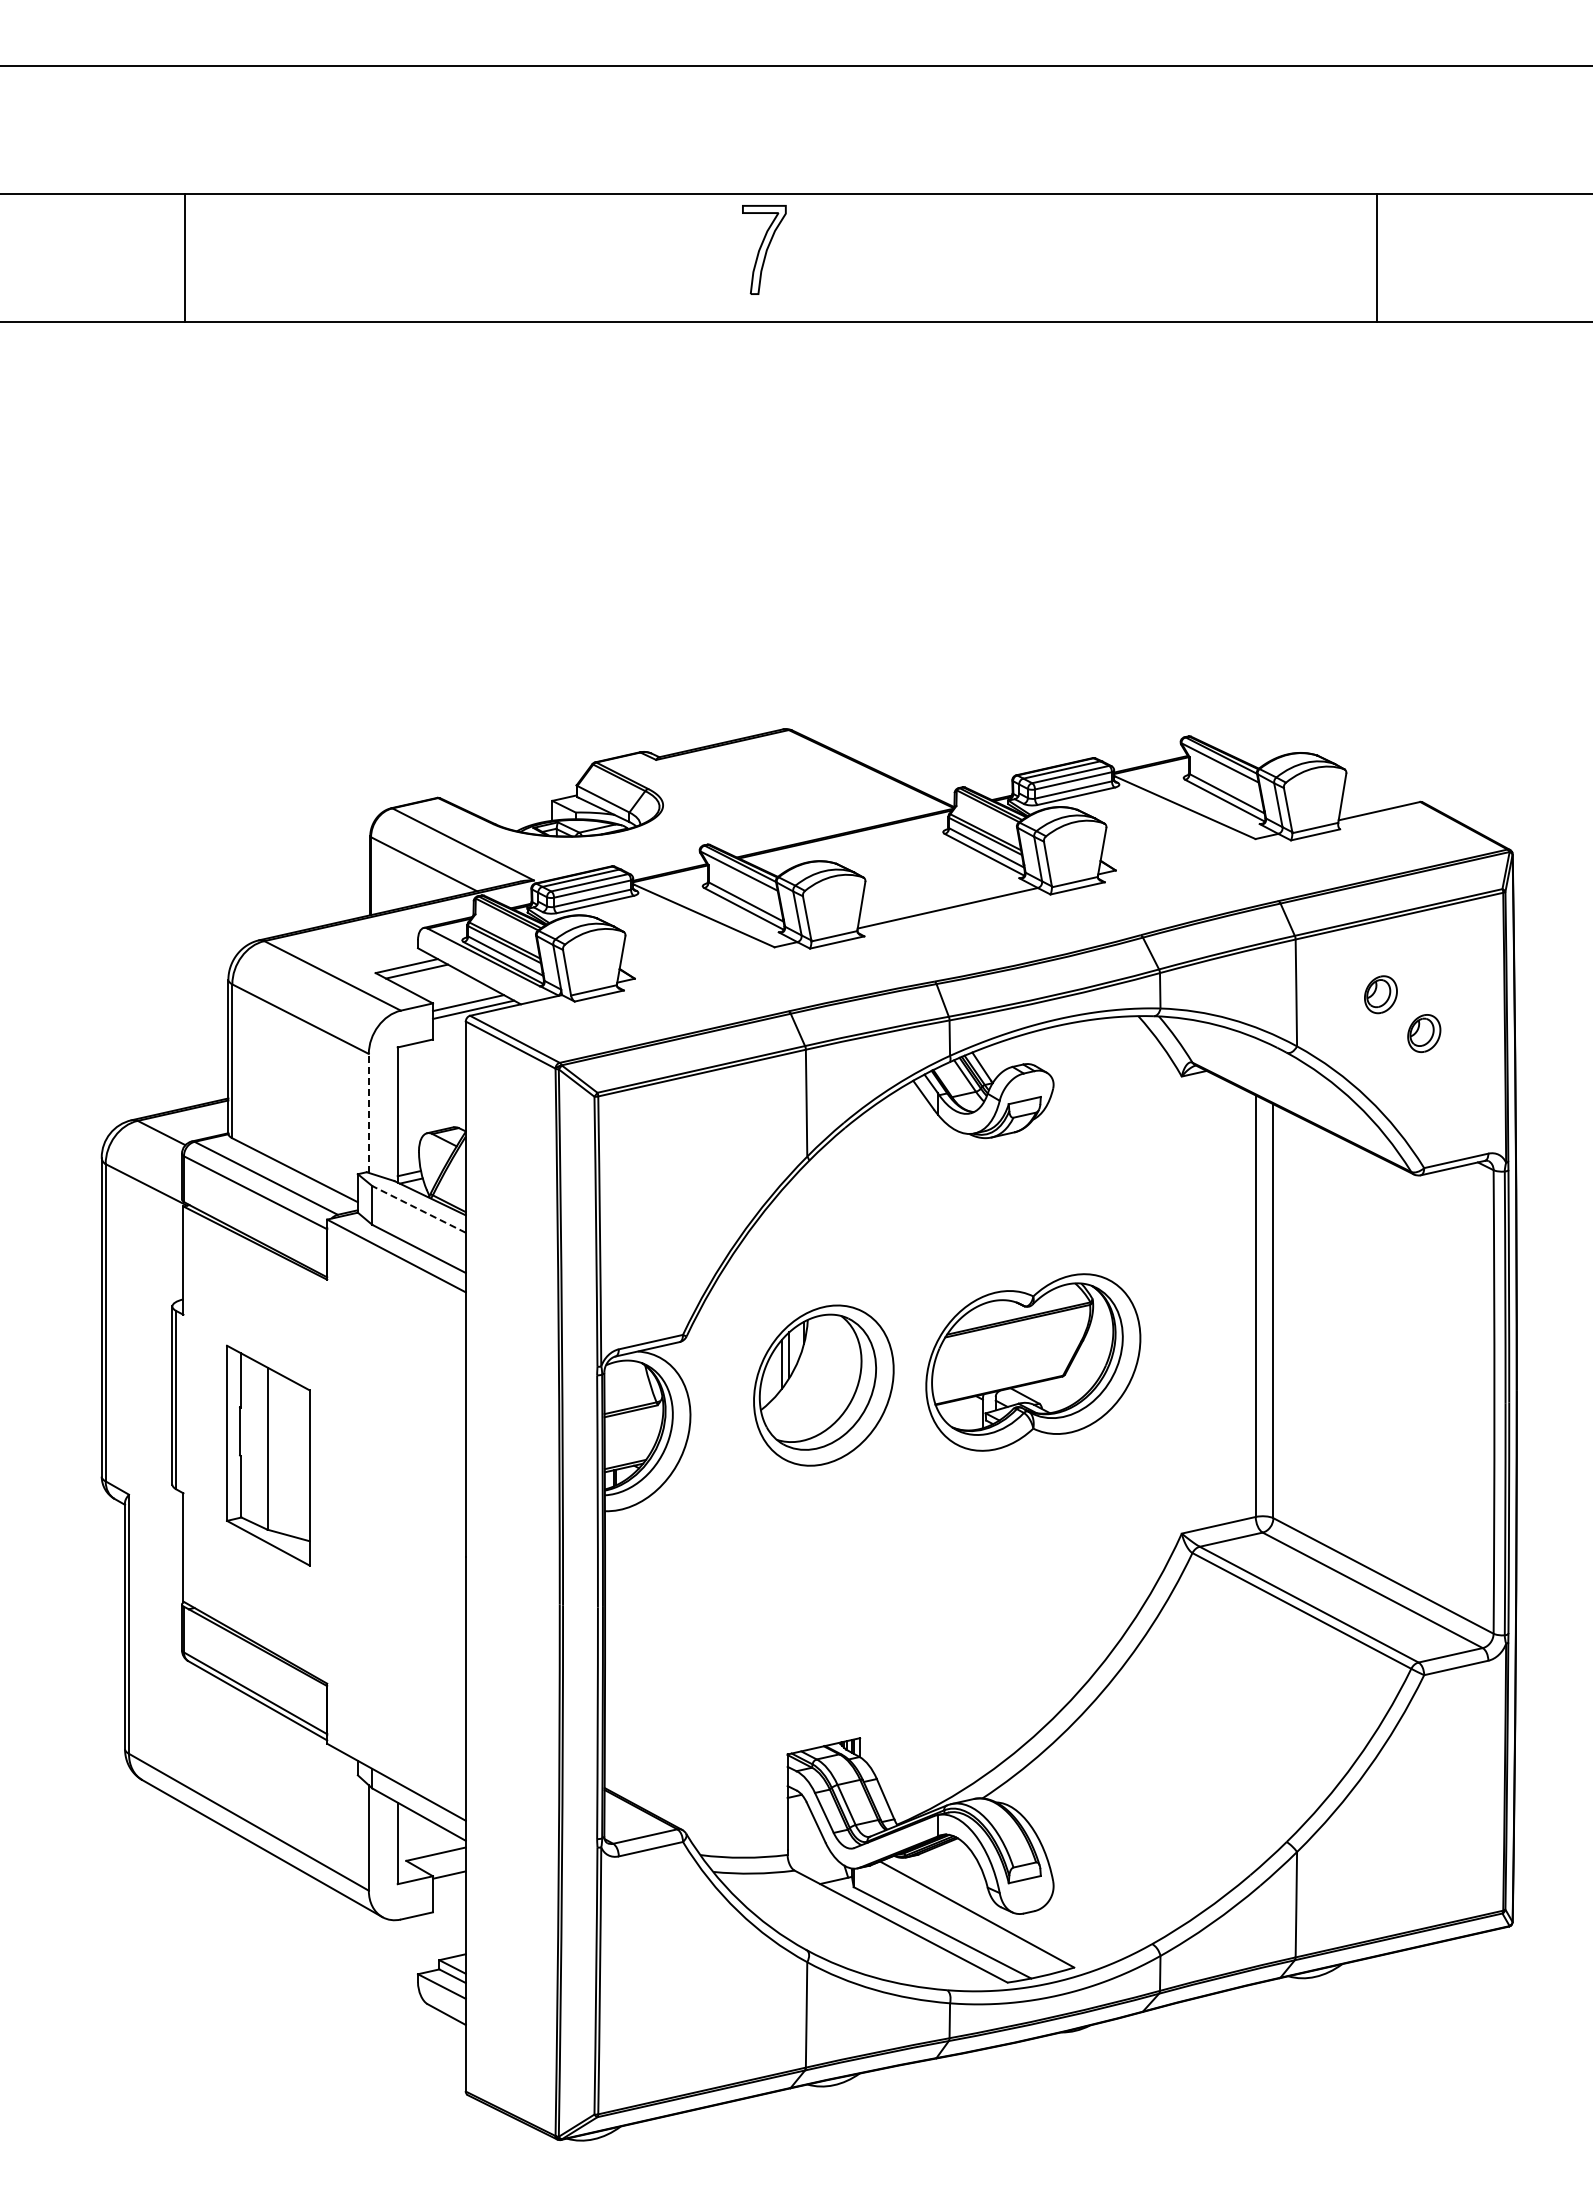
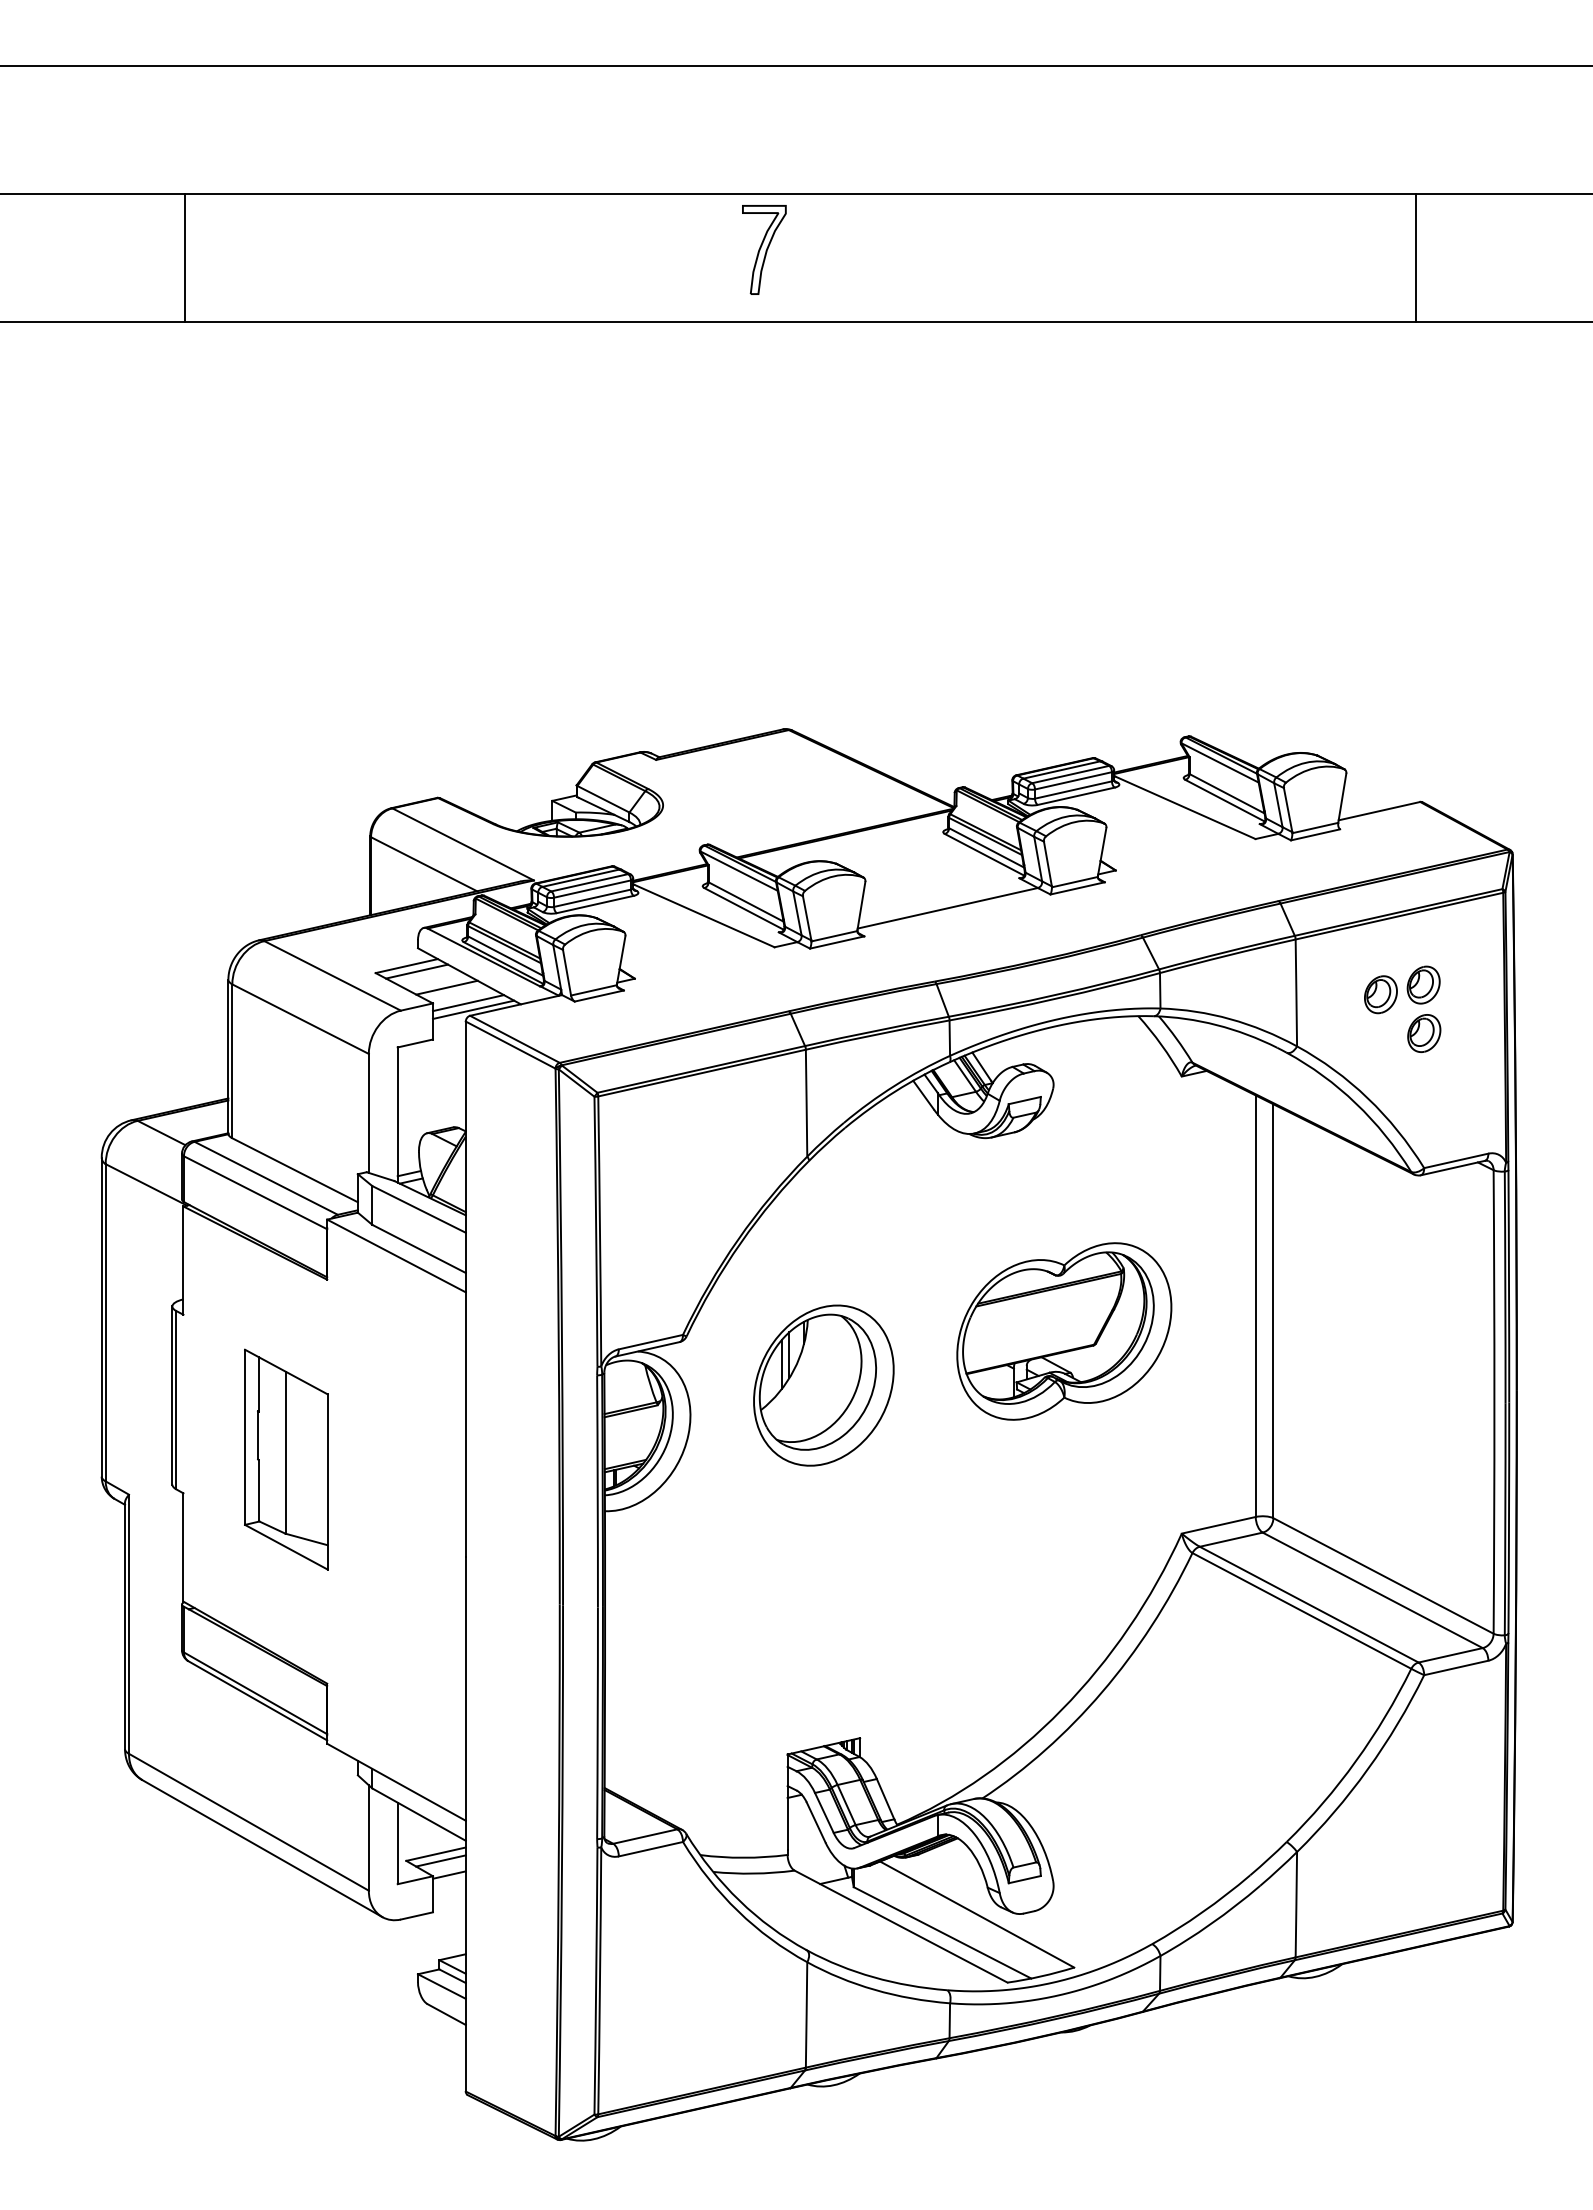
line at (1377, 258) position: (1377, 258) -> (1416, 258)
part at (1423, 984): none -> present
line at (446, 987): none -> present
line at (368, 1112): dashed -> solid
line at (418, 1209): dashed -> solid
part at (1033, 1362) position: (1033, 1362) -> (1064, 1331)
part at (268, 1455) position: (268, 1455) -> (286, 1459)
line at (440, 1860): none -> present
